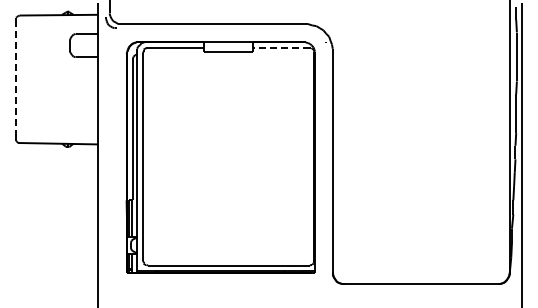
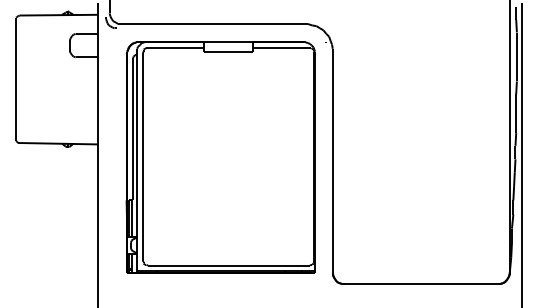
line at (281, 48): dashed -> solid
line at (16, 79): dashed -> solid
